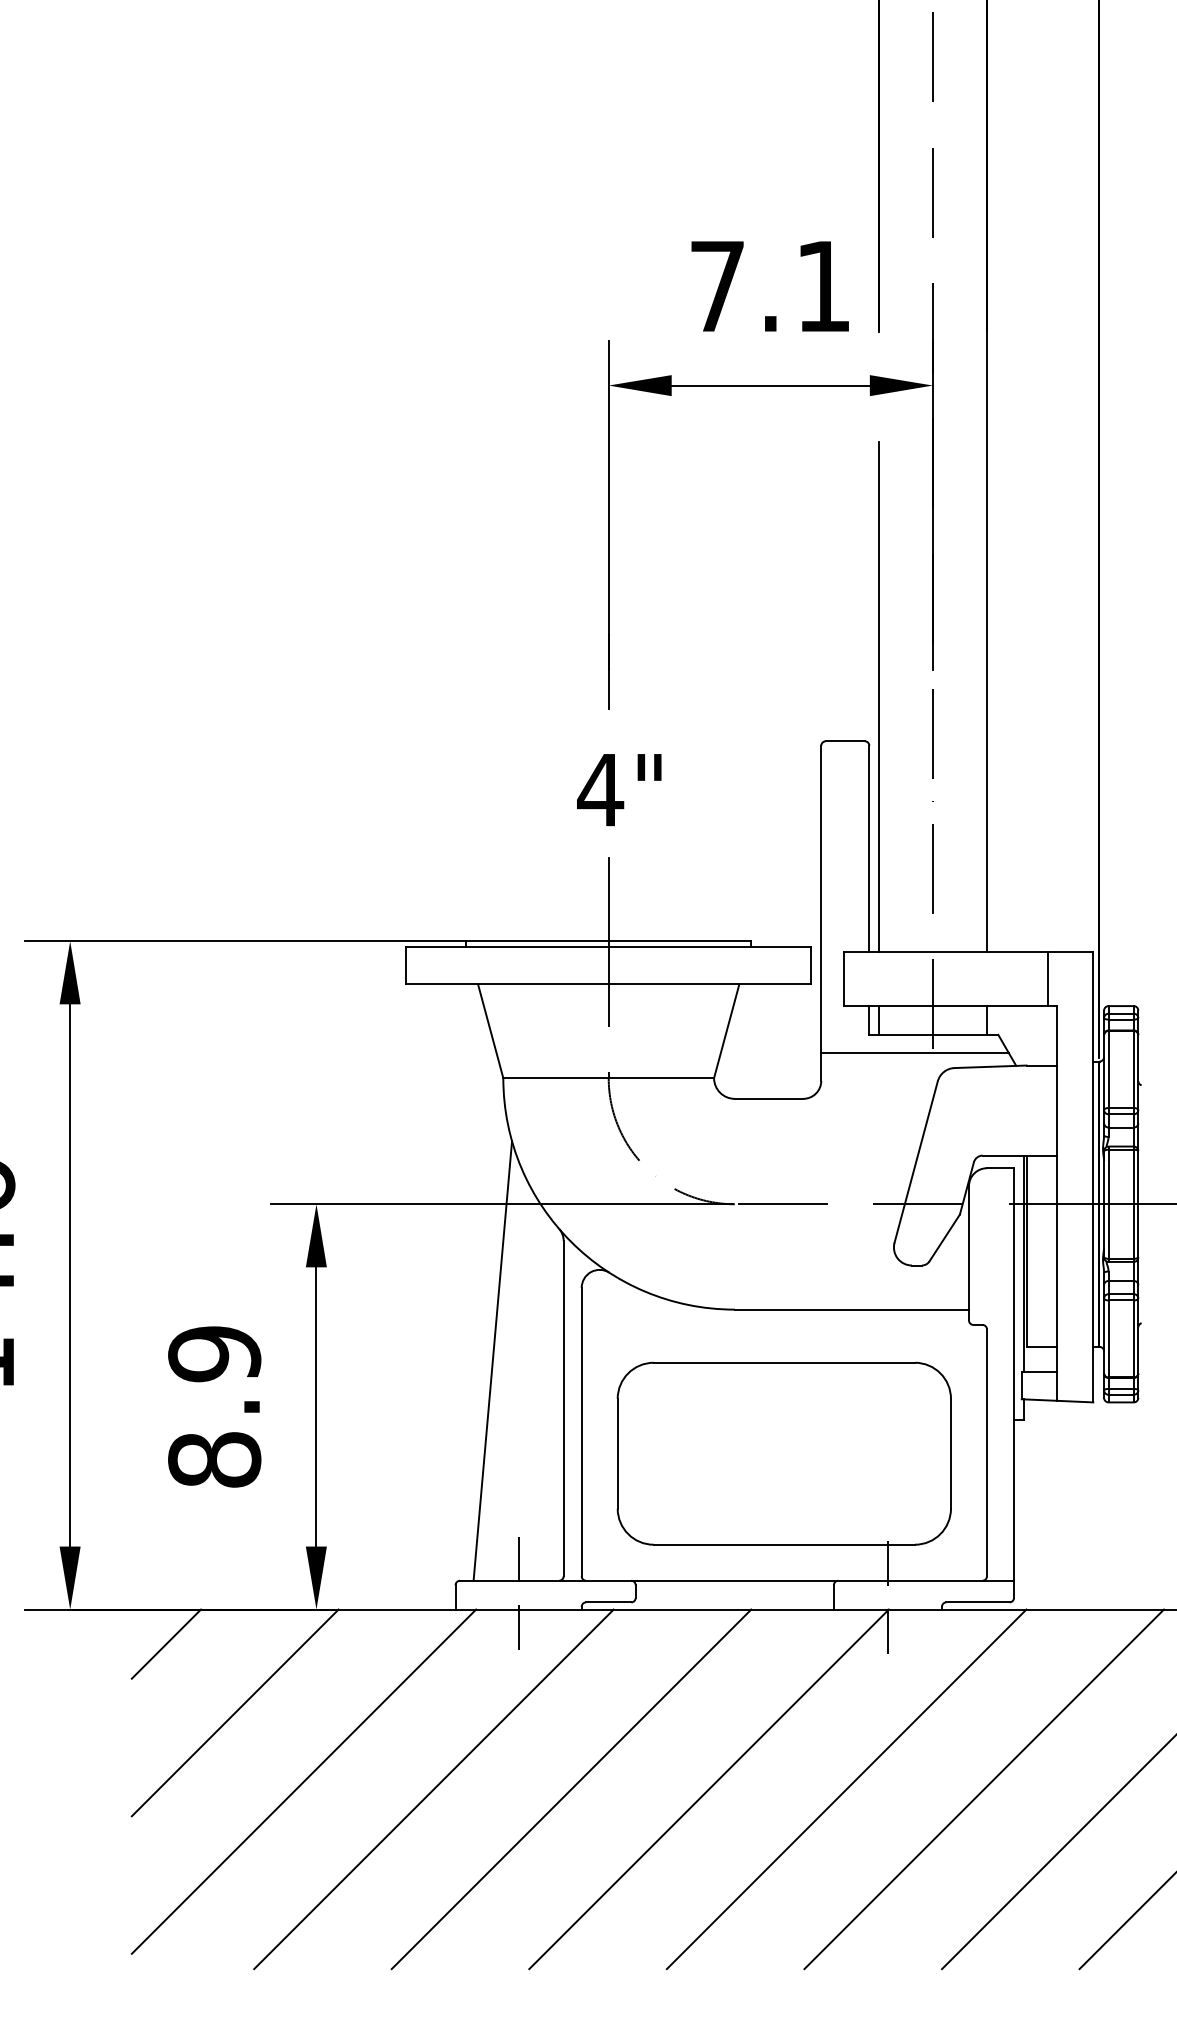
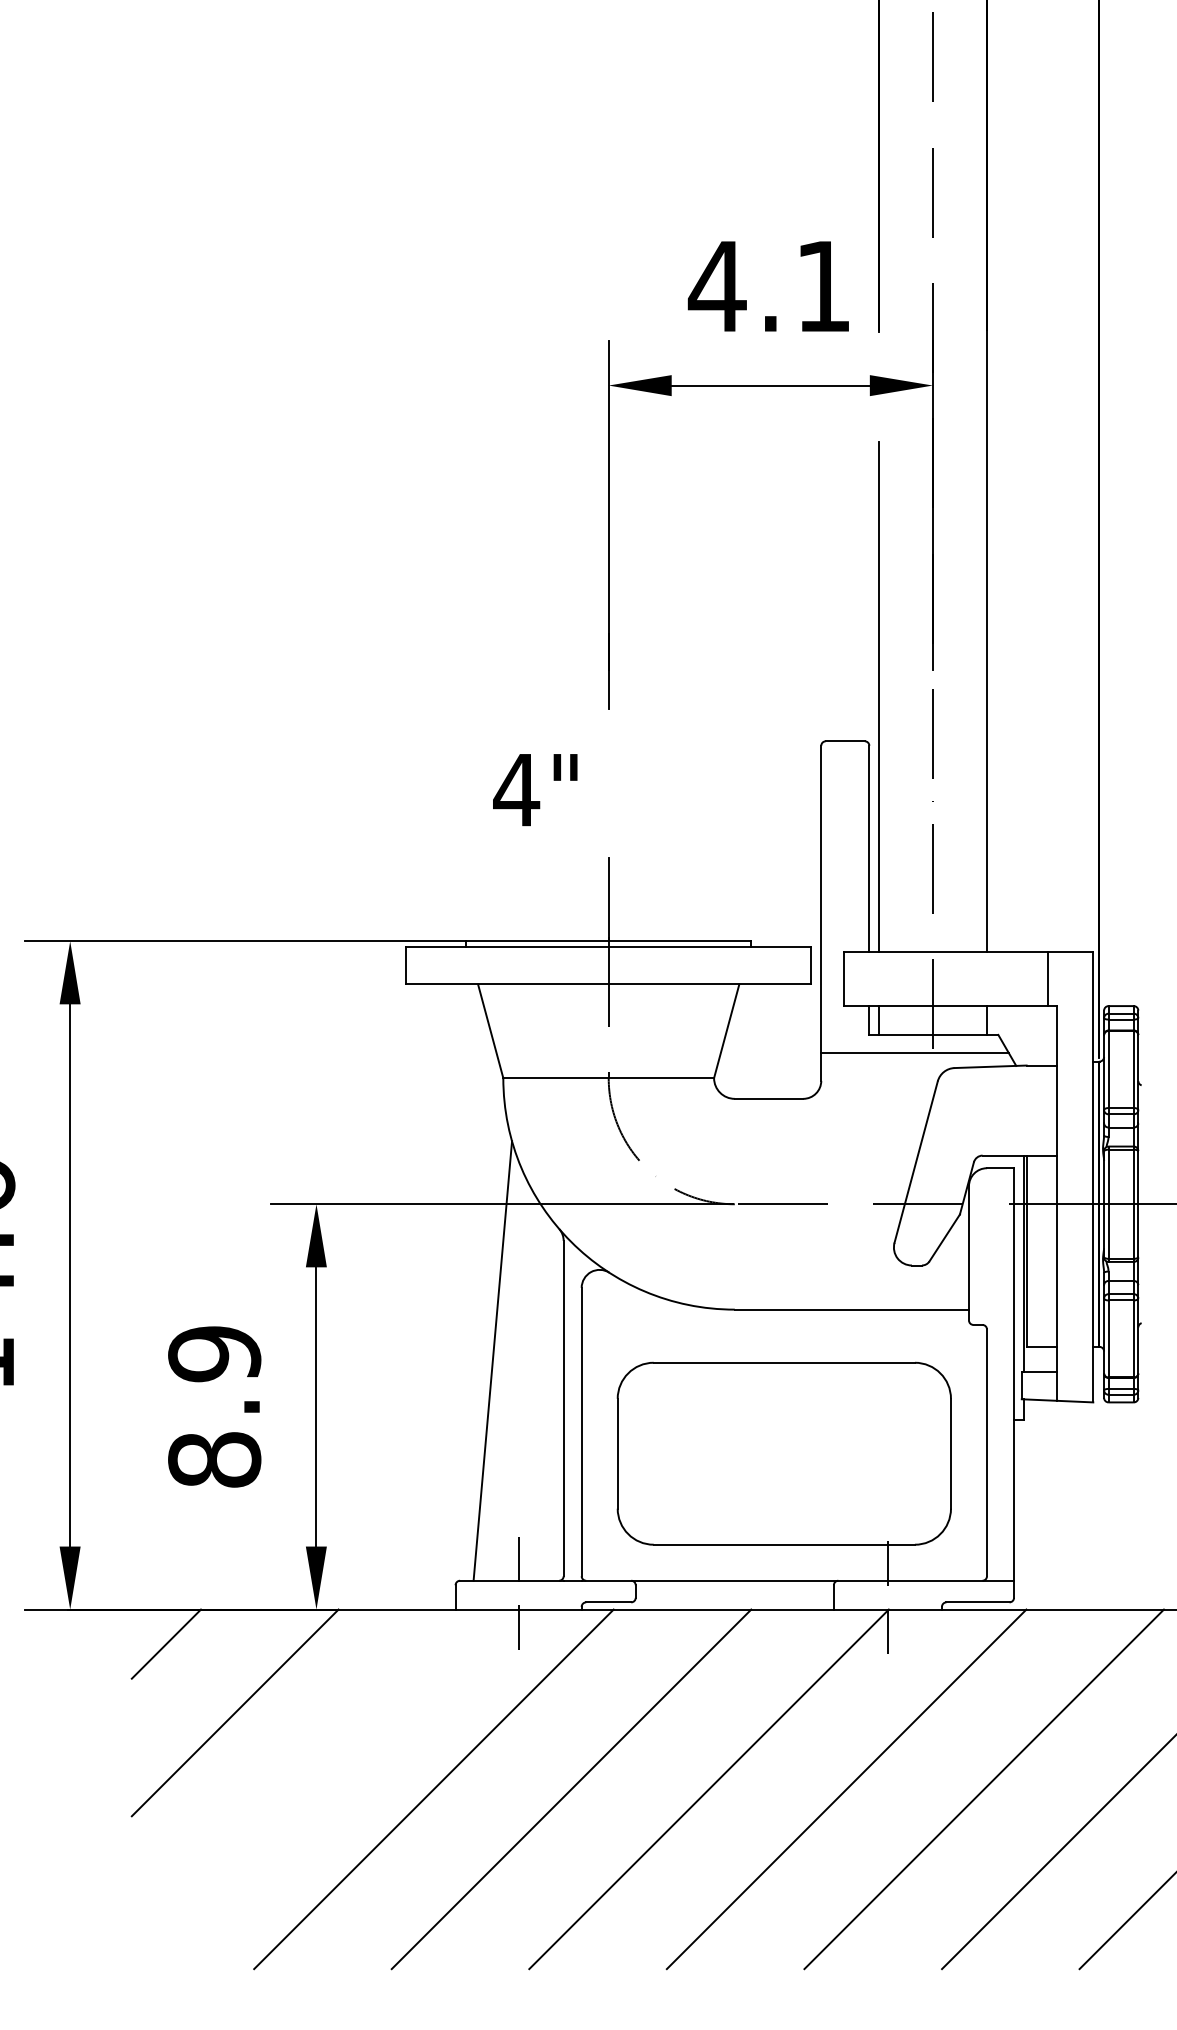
text at (716, 286): 7.1 -> 4.1
text at (619, 790) position: (619, 790) -> (535, 790)
line at (303, 1781): present -> none
